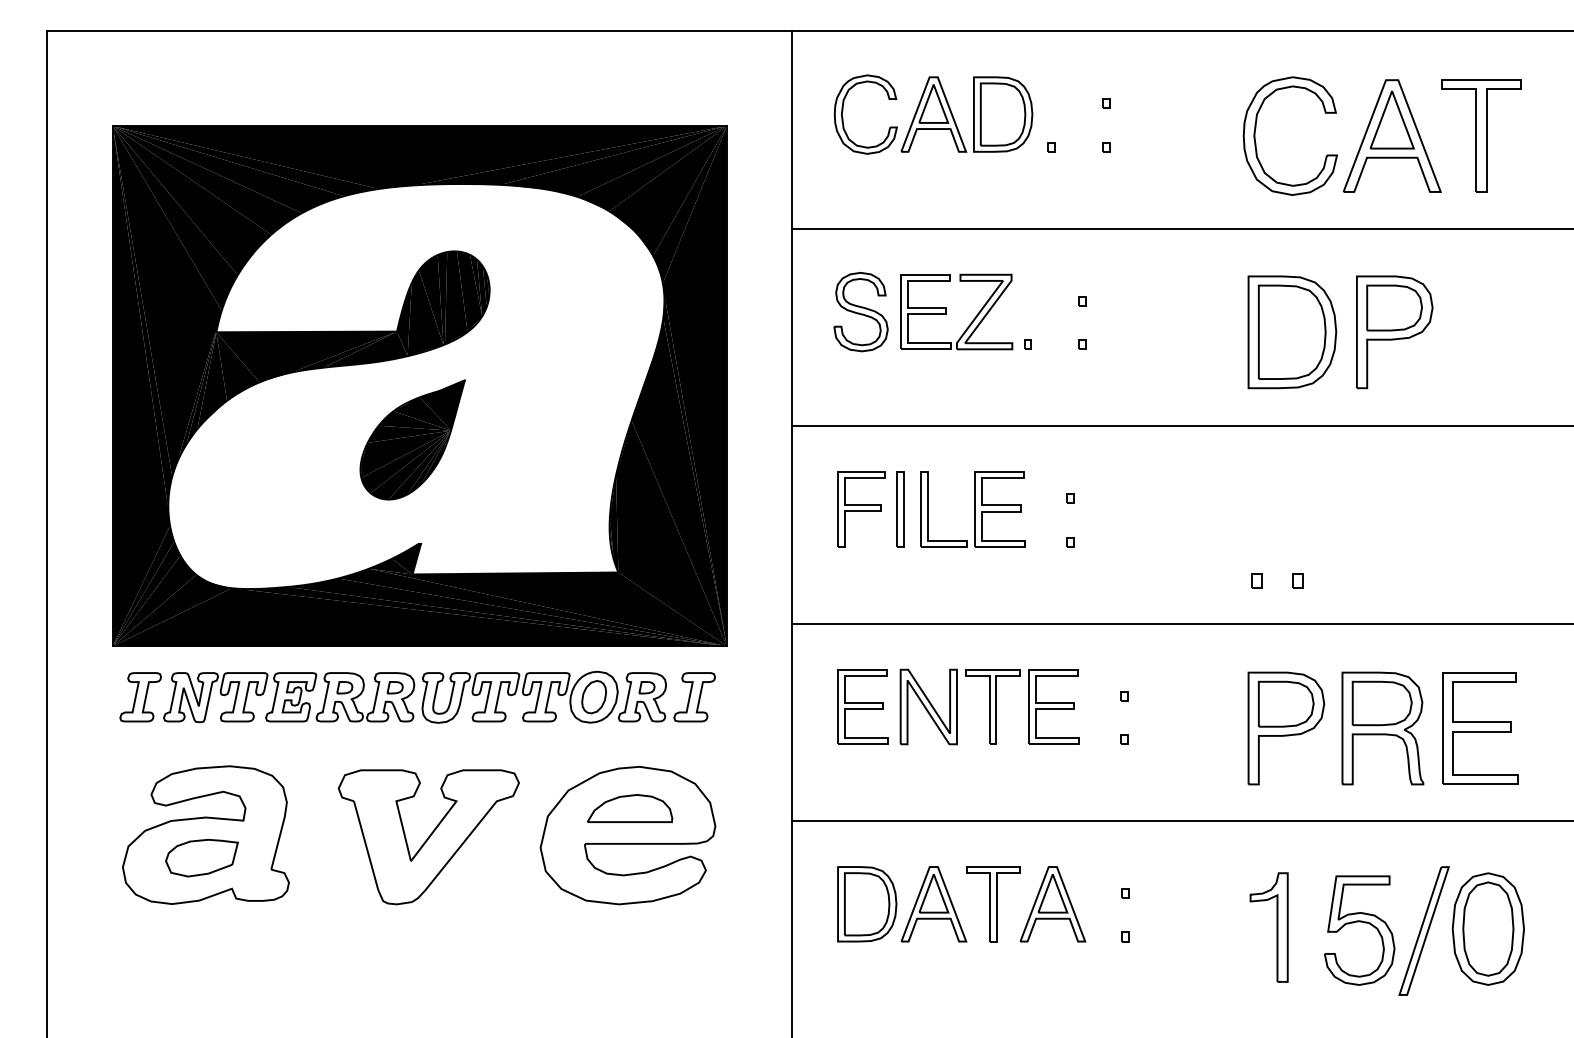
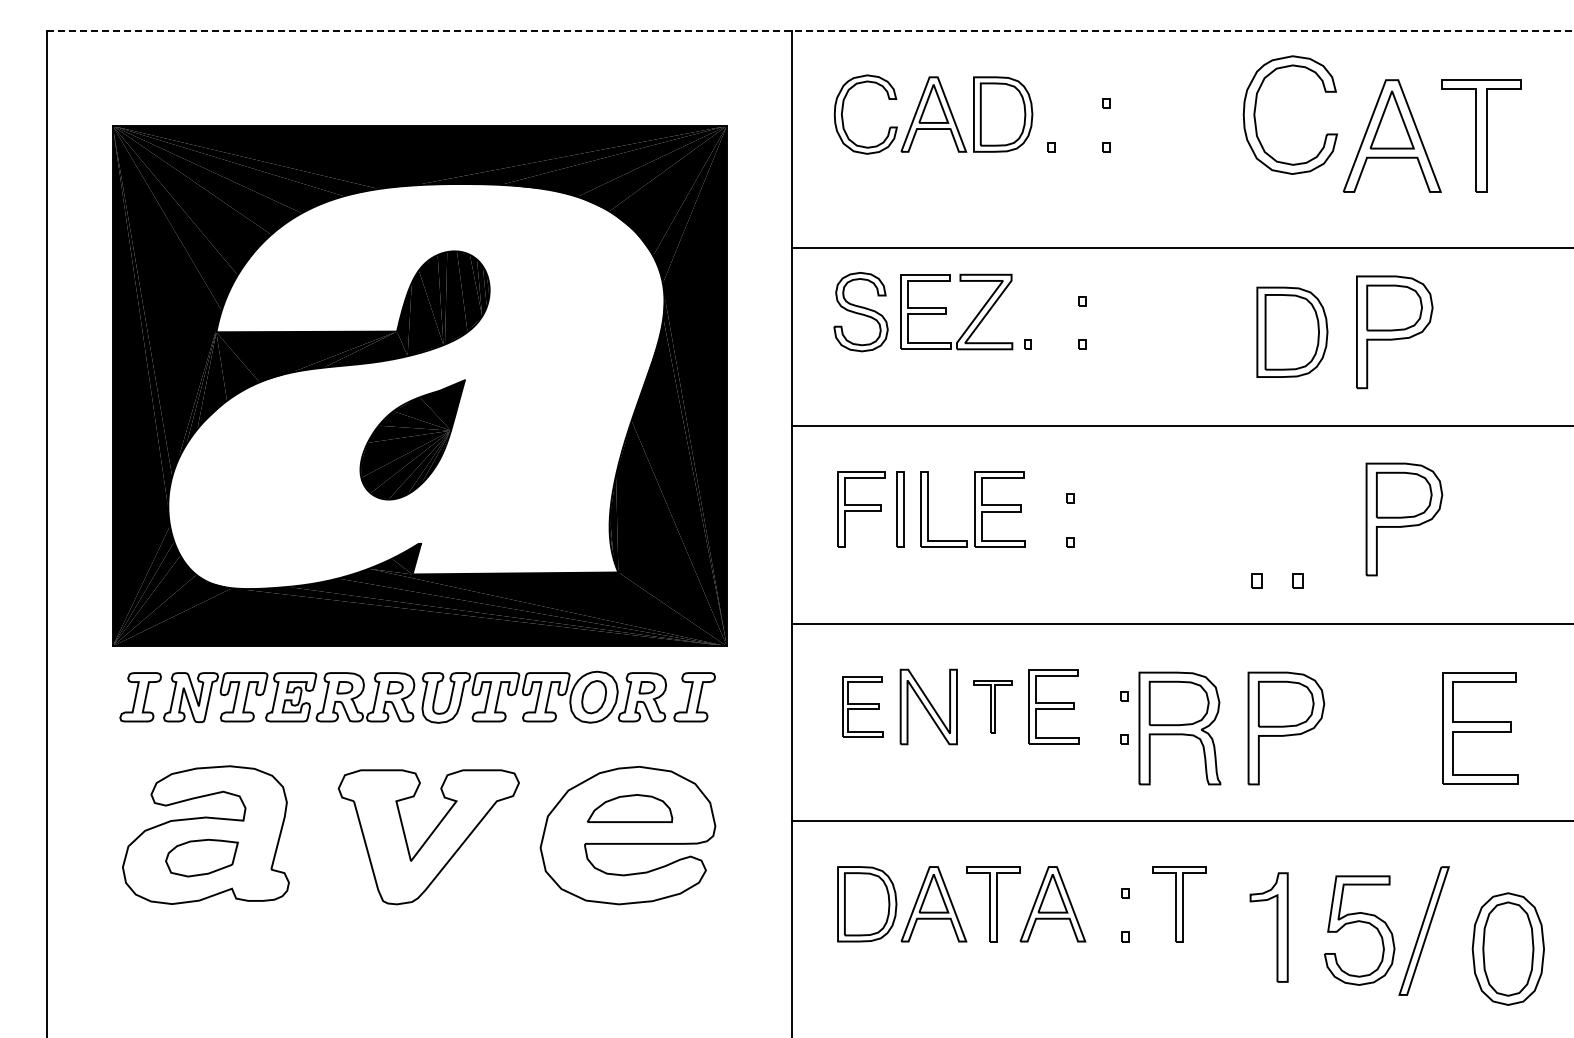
line at (810, 31): solid -> dashed
part at (1256, 128) position: (1256, 128) -> (1256, 107)
line at (1181, 228) position: (1181, 228) -> (1181, 247)
part at (1292, 332) size: 91x115 px -> 73x92 px
part at (1404, 519): none -> present
part at (862, 706) size: 52x76 px -> 42x62 px
part at (992, 706) size: 56x76 px -> 40x54 px
part at (1382, 728) position: (1382, 728) -> (1179, 728)
part at (1179, 904): none -> present
part at (1487, 928) position: (1487, 928) -> (1507, 948)
